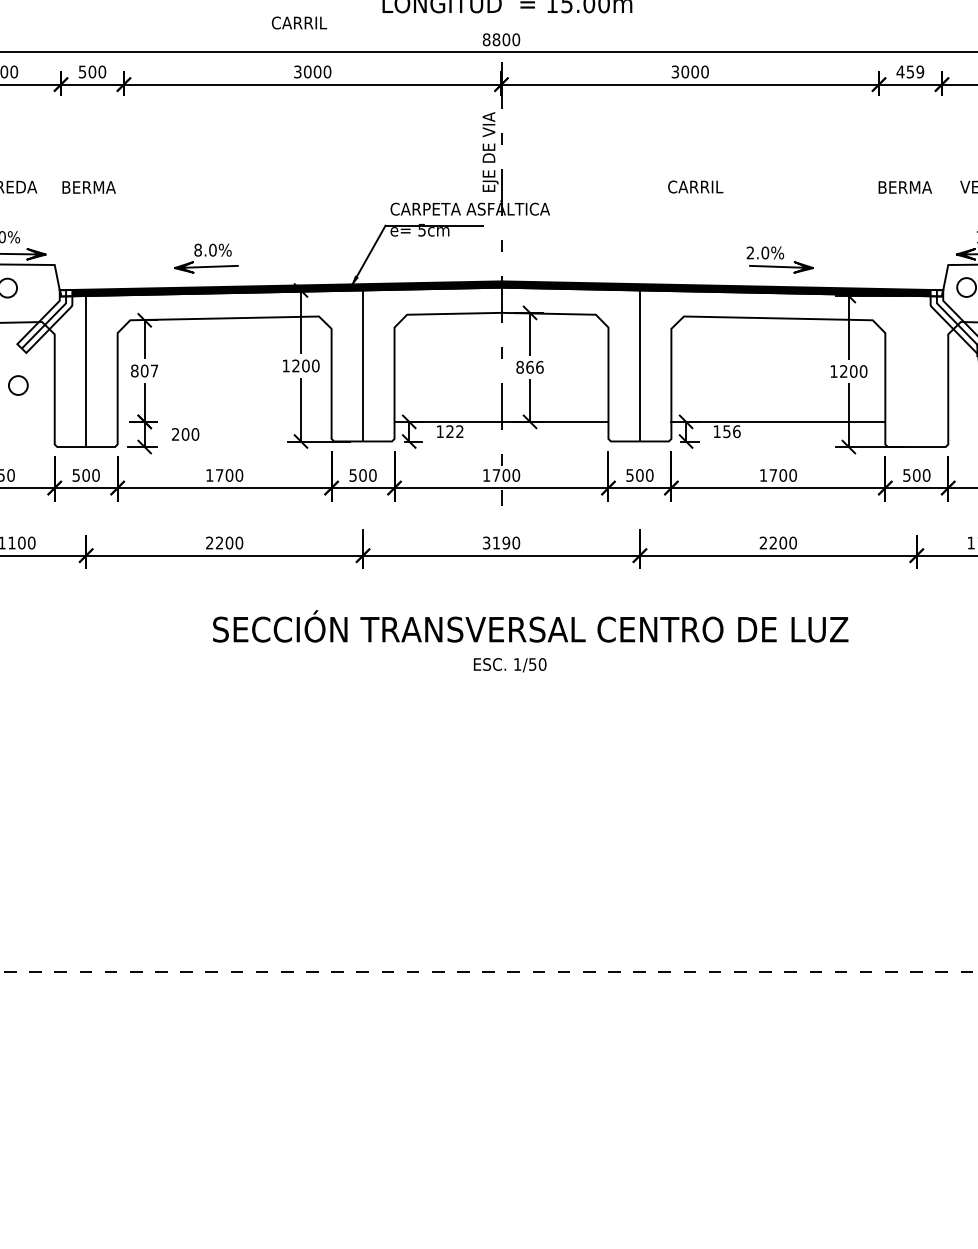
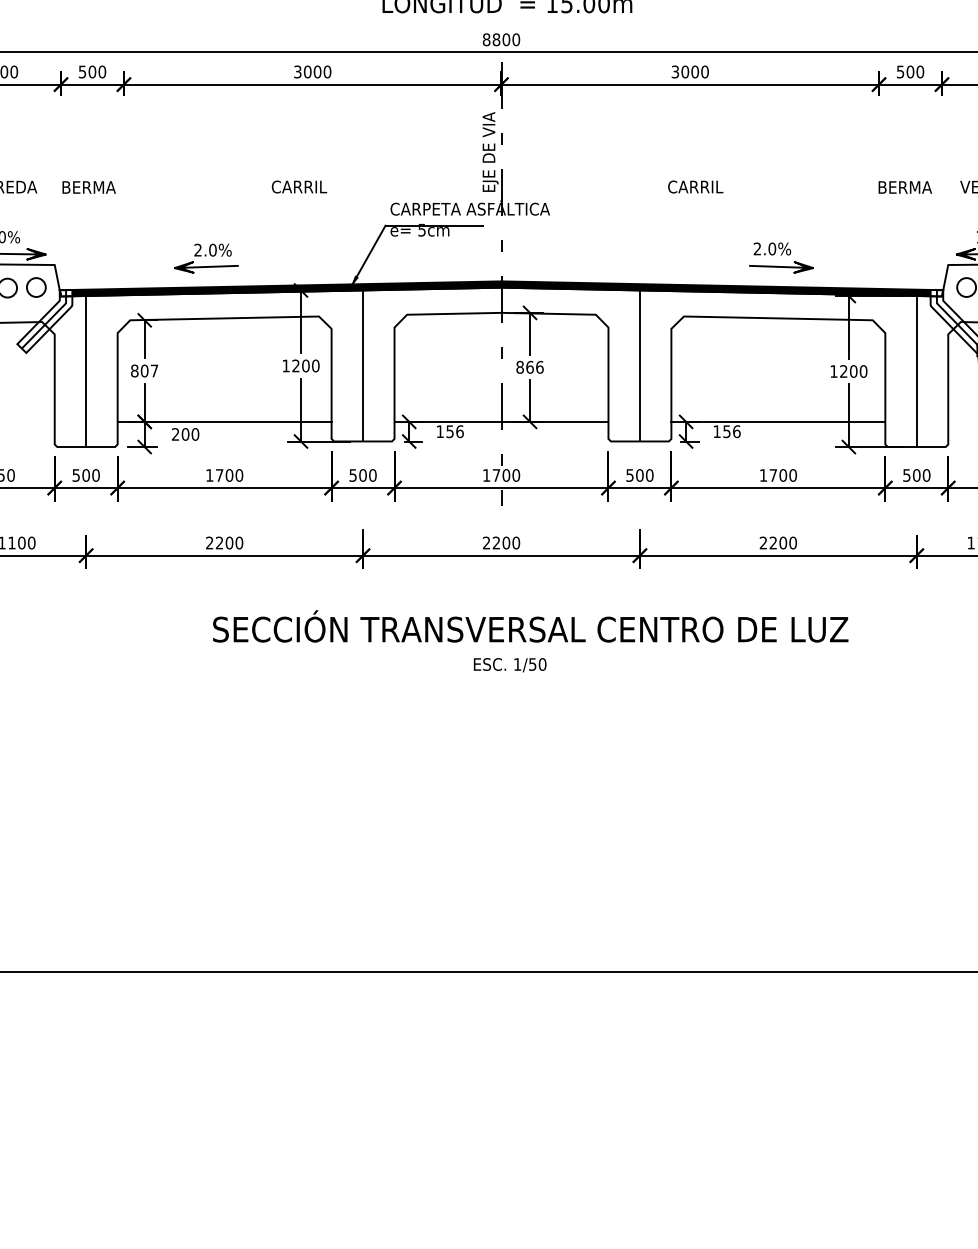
text at (299, 22) position: (299, 22) -> (299, 186)
text at (909, 71): 459 -> 500
text at (197, 249): 8.0%%% -> 2.0%%%
text at (765, 252) position: (765, 252) -> (772, 248)
line at (916, 371): none -> present
circle at (18, 385) position: (18, 385) -> (36, 287)
line at (224, 421): none -> present
text at (454, 431): 122 -> 156
text at (496, 542): 3190 -> 2200
line at (488, 971): dashed -> solid
